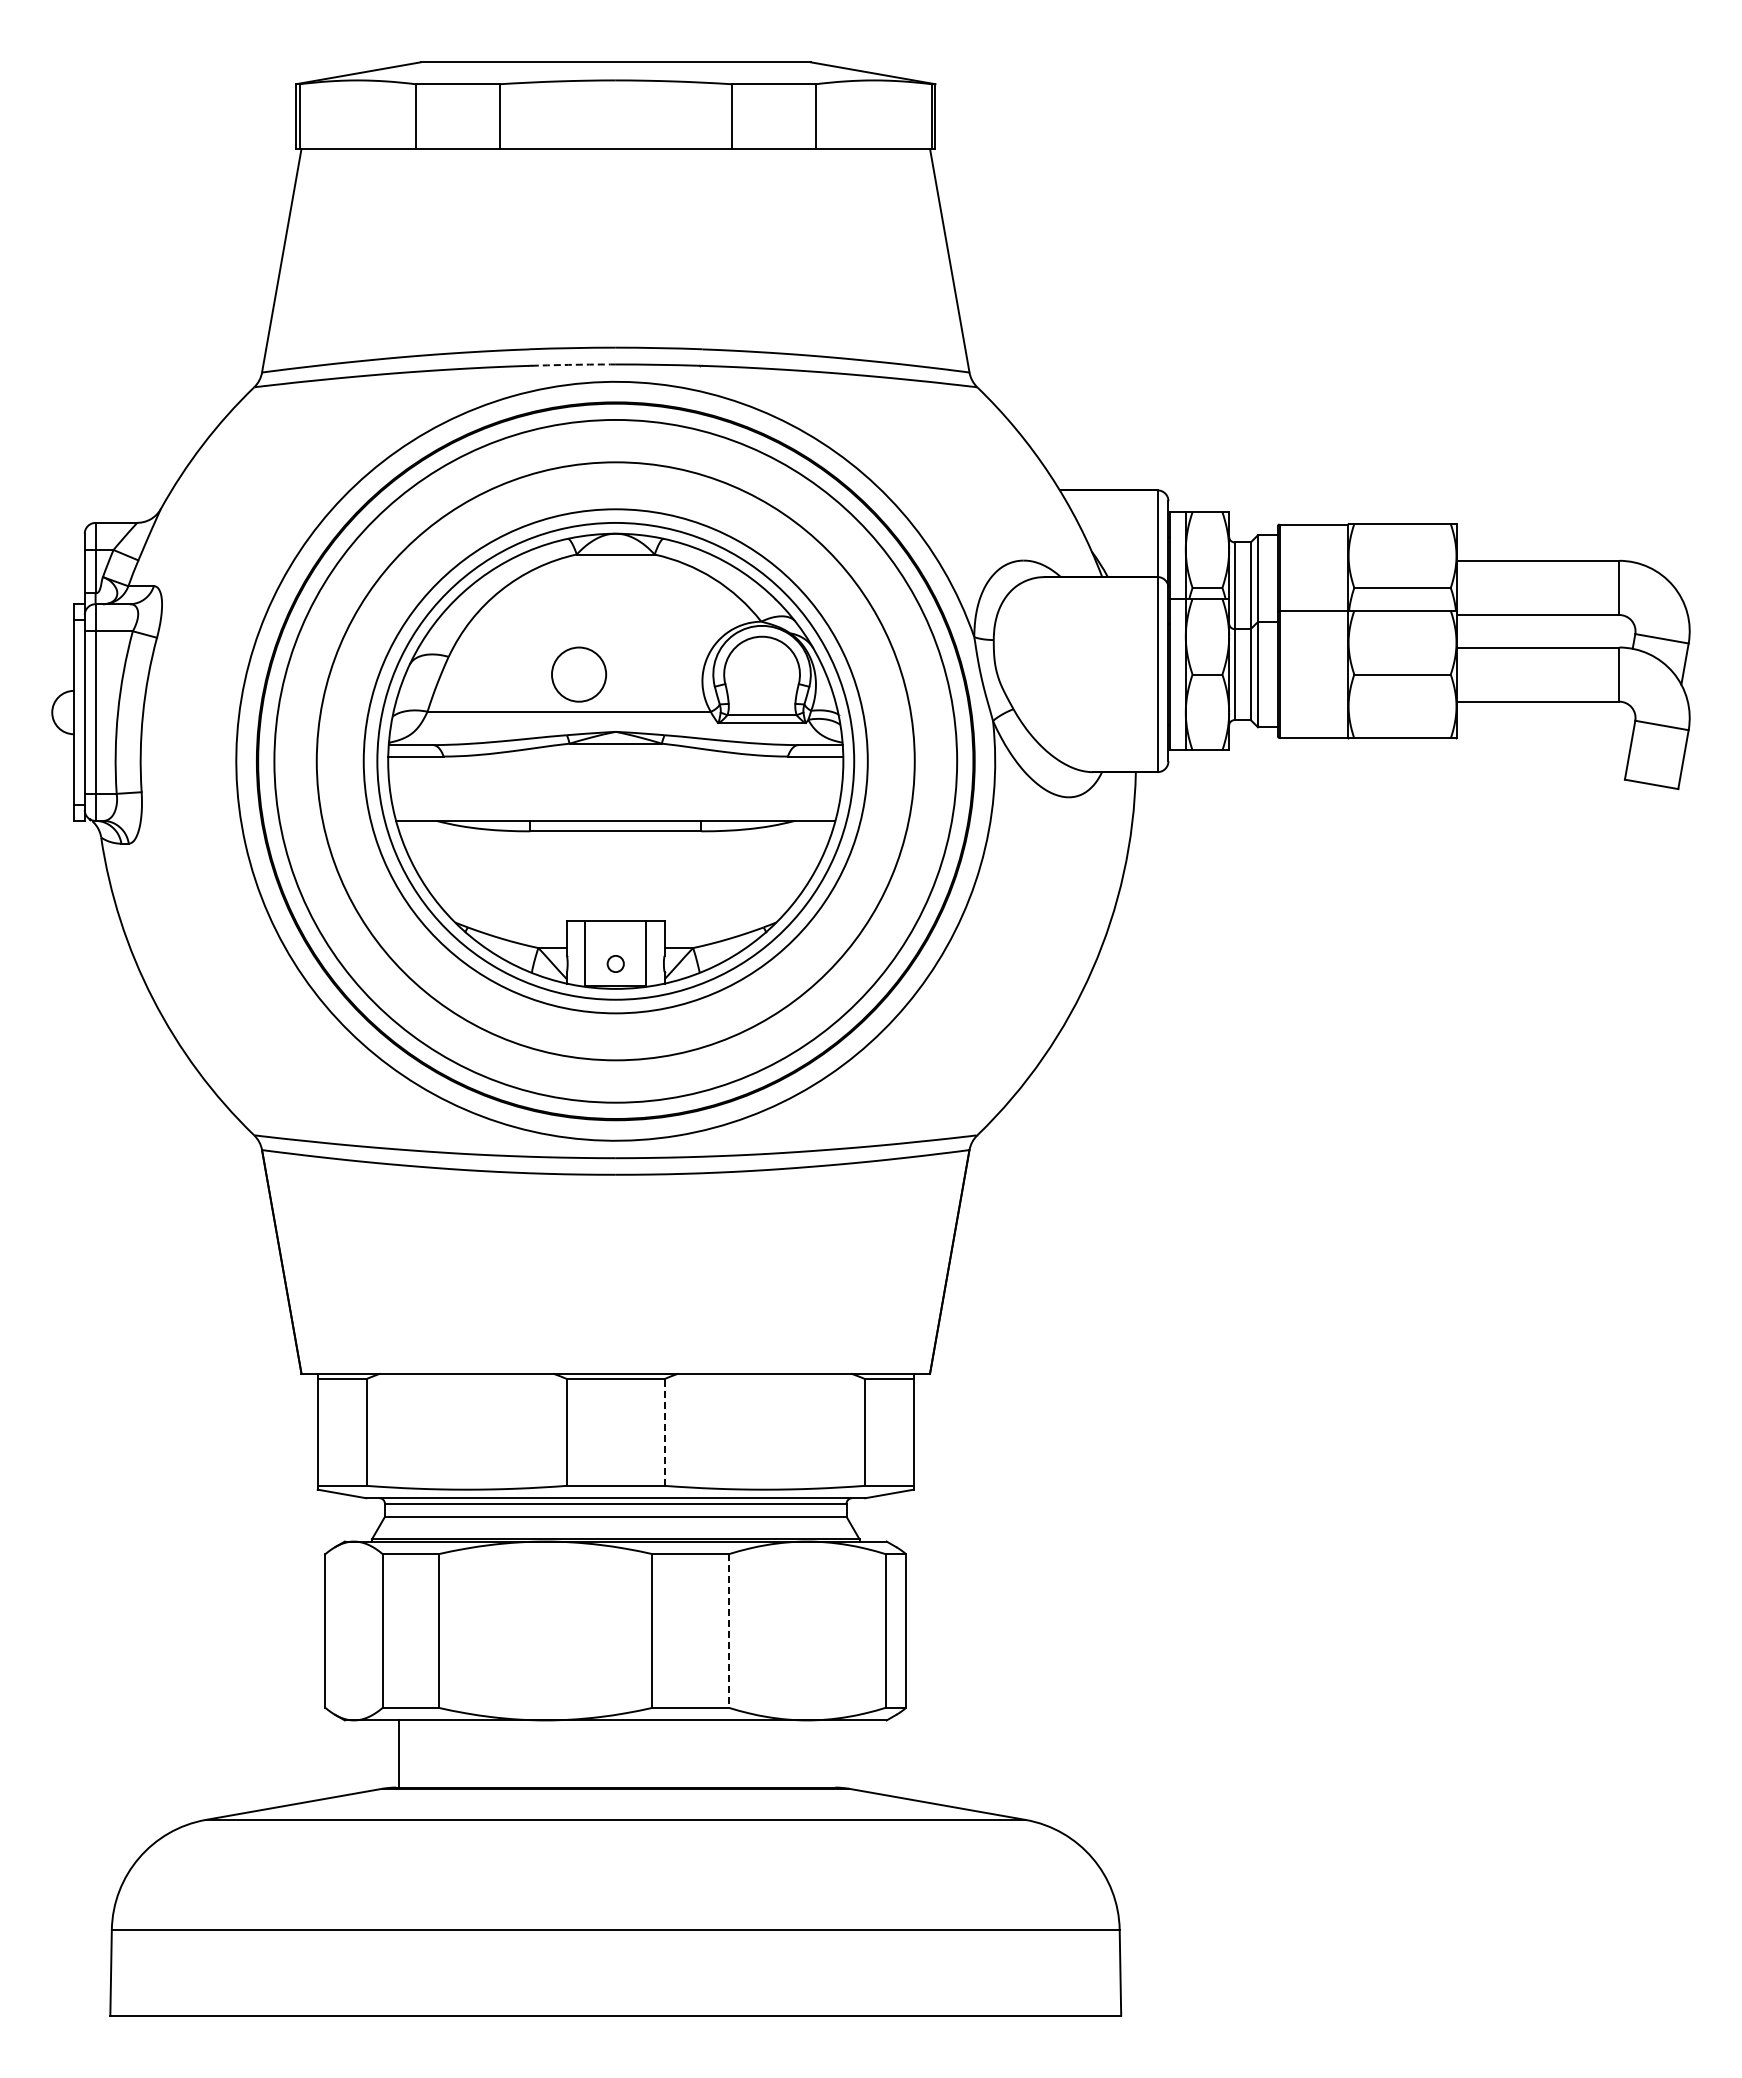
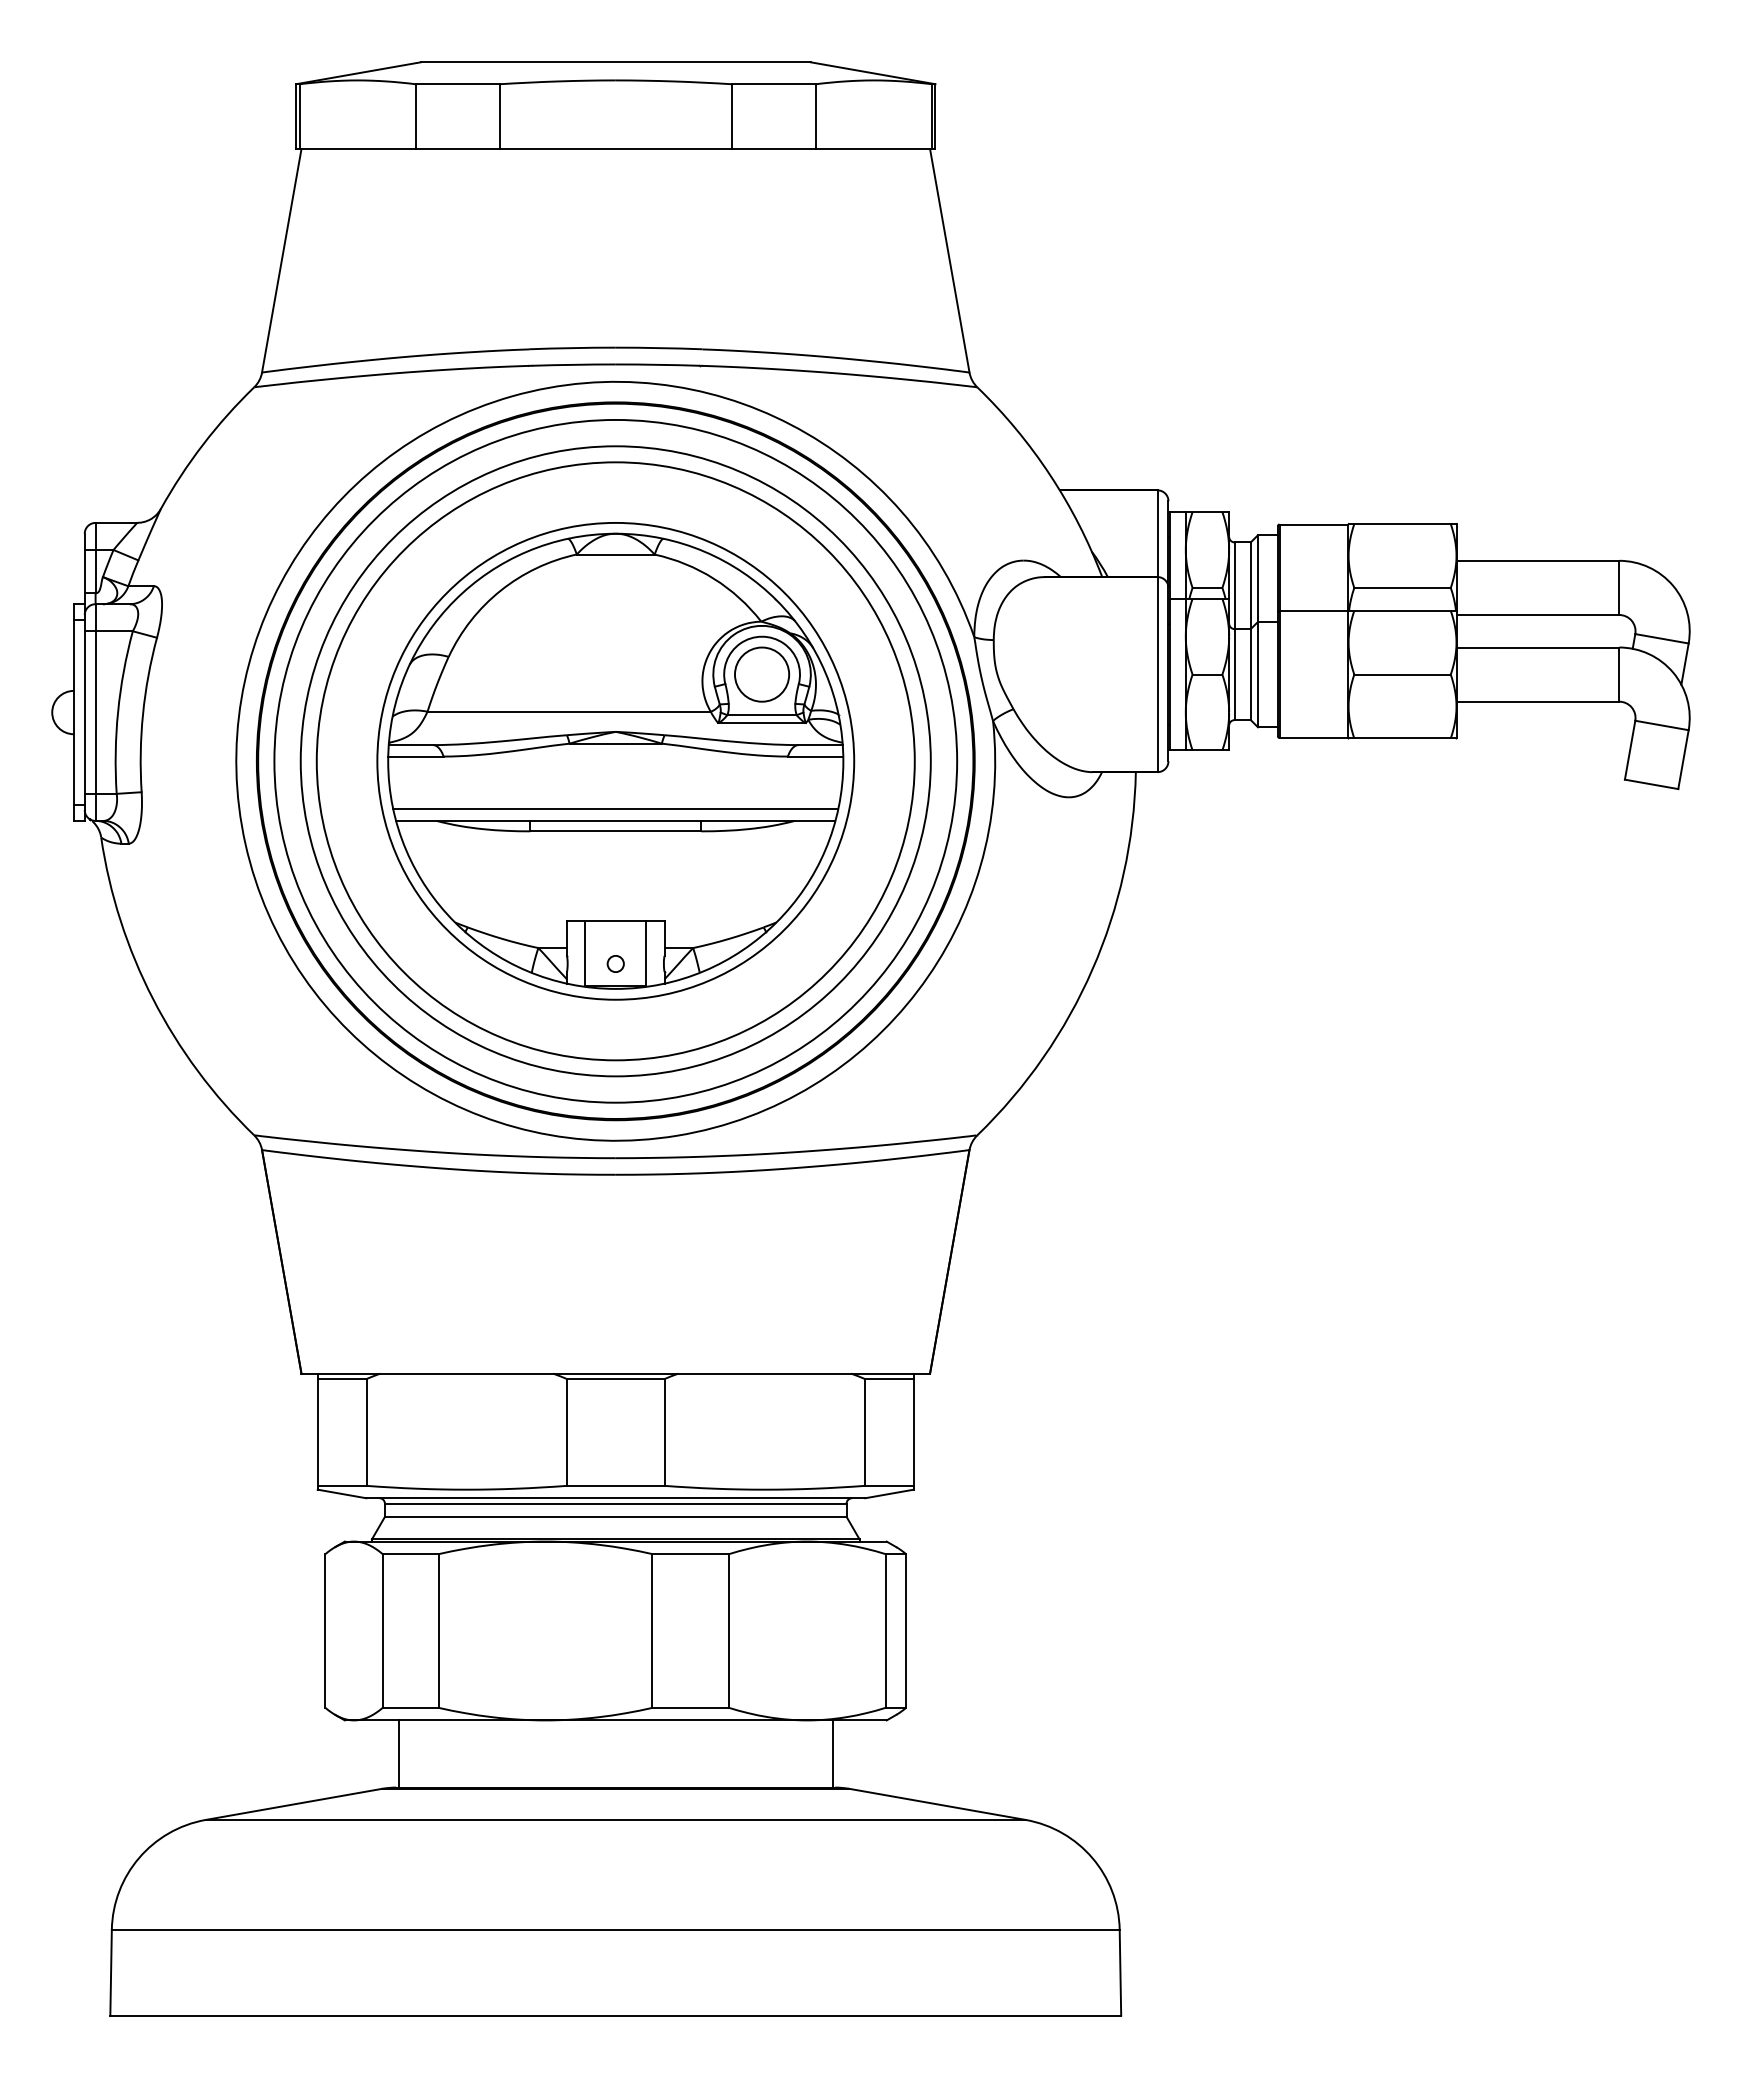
arc at (573, 364): dashed -> solid
circle at (579, 674) position: (579, 674) -> (762, 674)
circle at (615, 761) diameter: 504 px -> 630 px
line at (615, 809): none -> present
line at (664, 1431): dashed -> solid
line at (729, 1631): dashed -> solid
line at (832, 1753): none -> present
